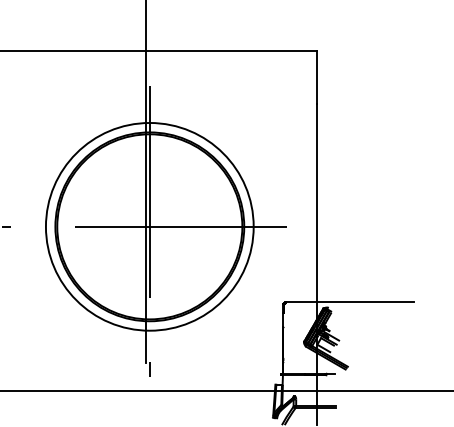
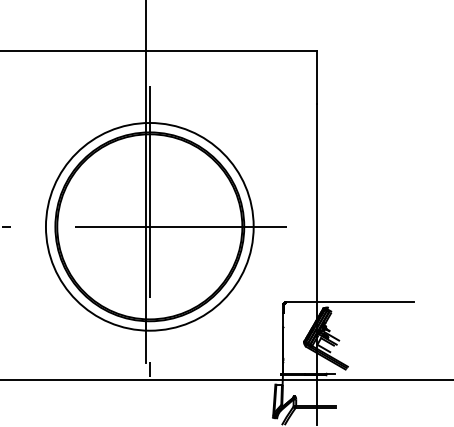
line at (226, 391) position: (226, 391) -> (226, 380)
